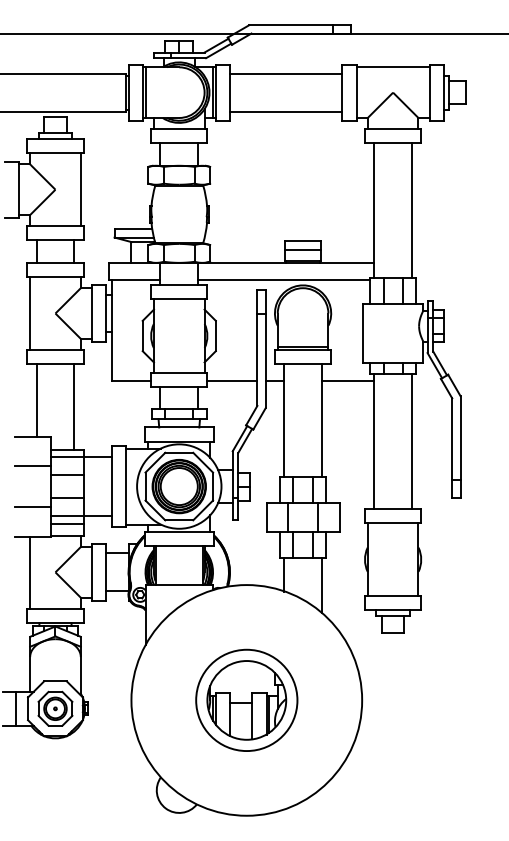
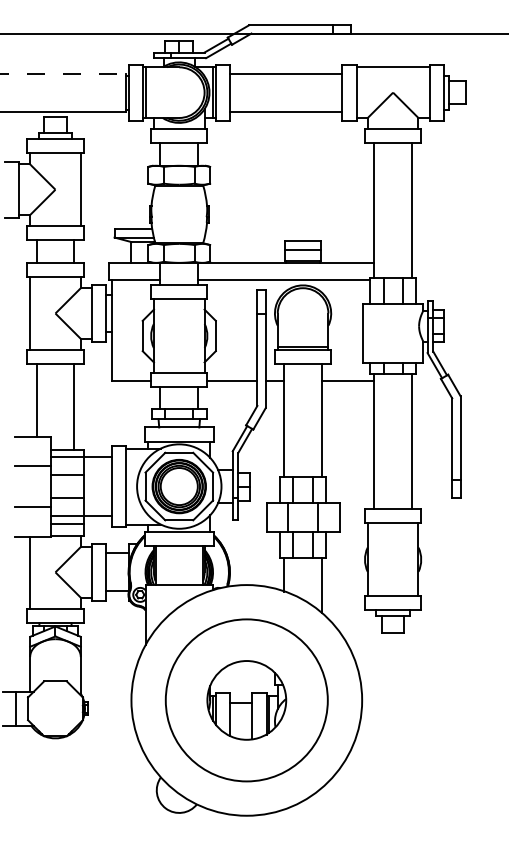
line at (63, 73): solid -> dashed
circle at (246, 700) diameter: 101 px -> 162 px
part at (55, 708): present -> none
